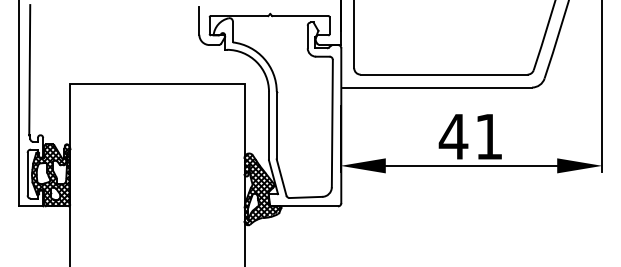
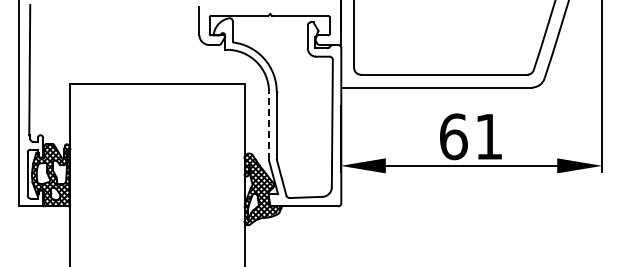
line at (269, 125): solid -> dashed
text at (453, 136): 41 -> 61
